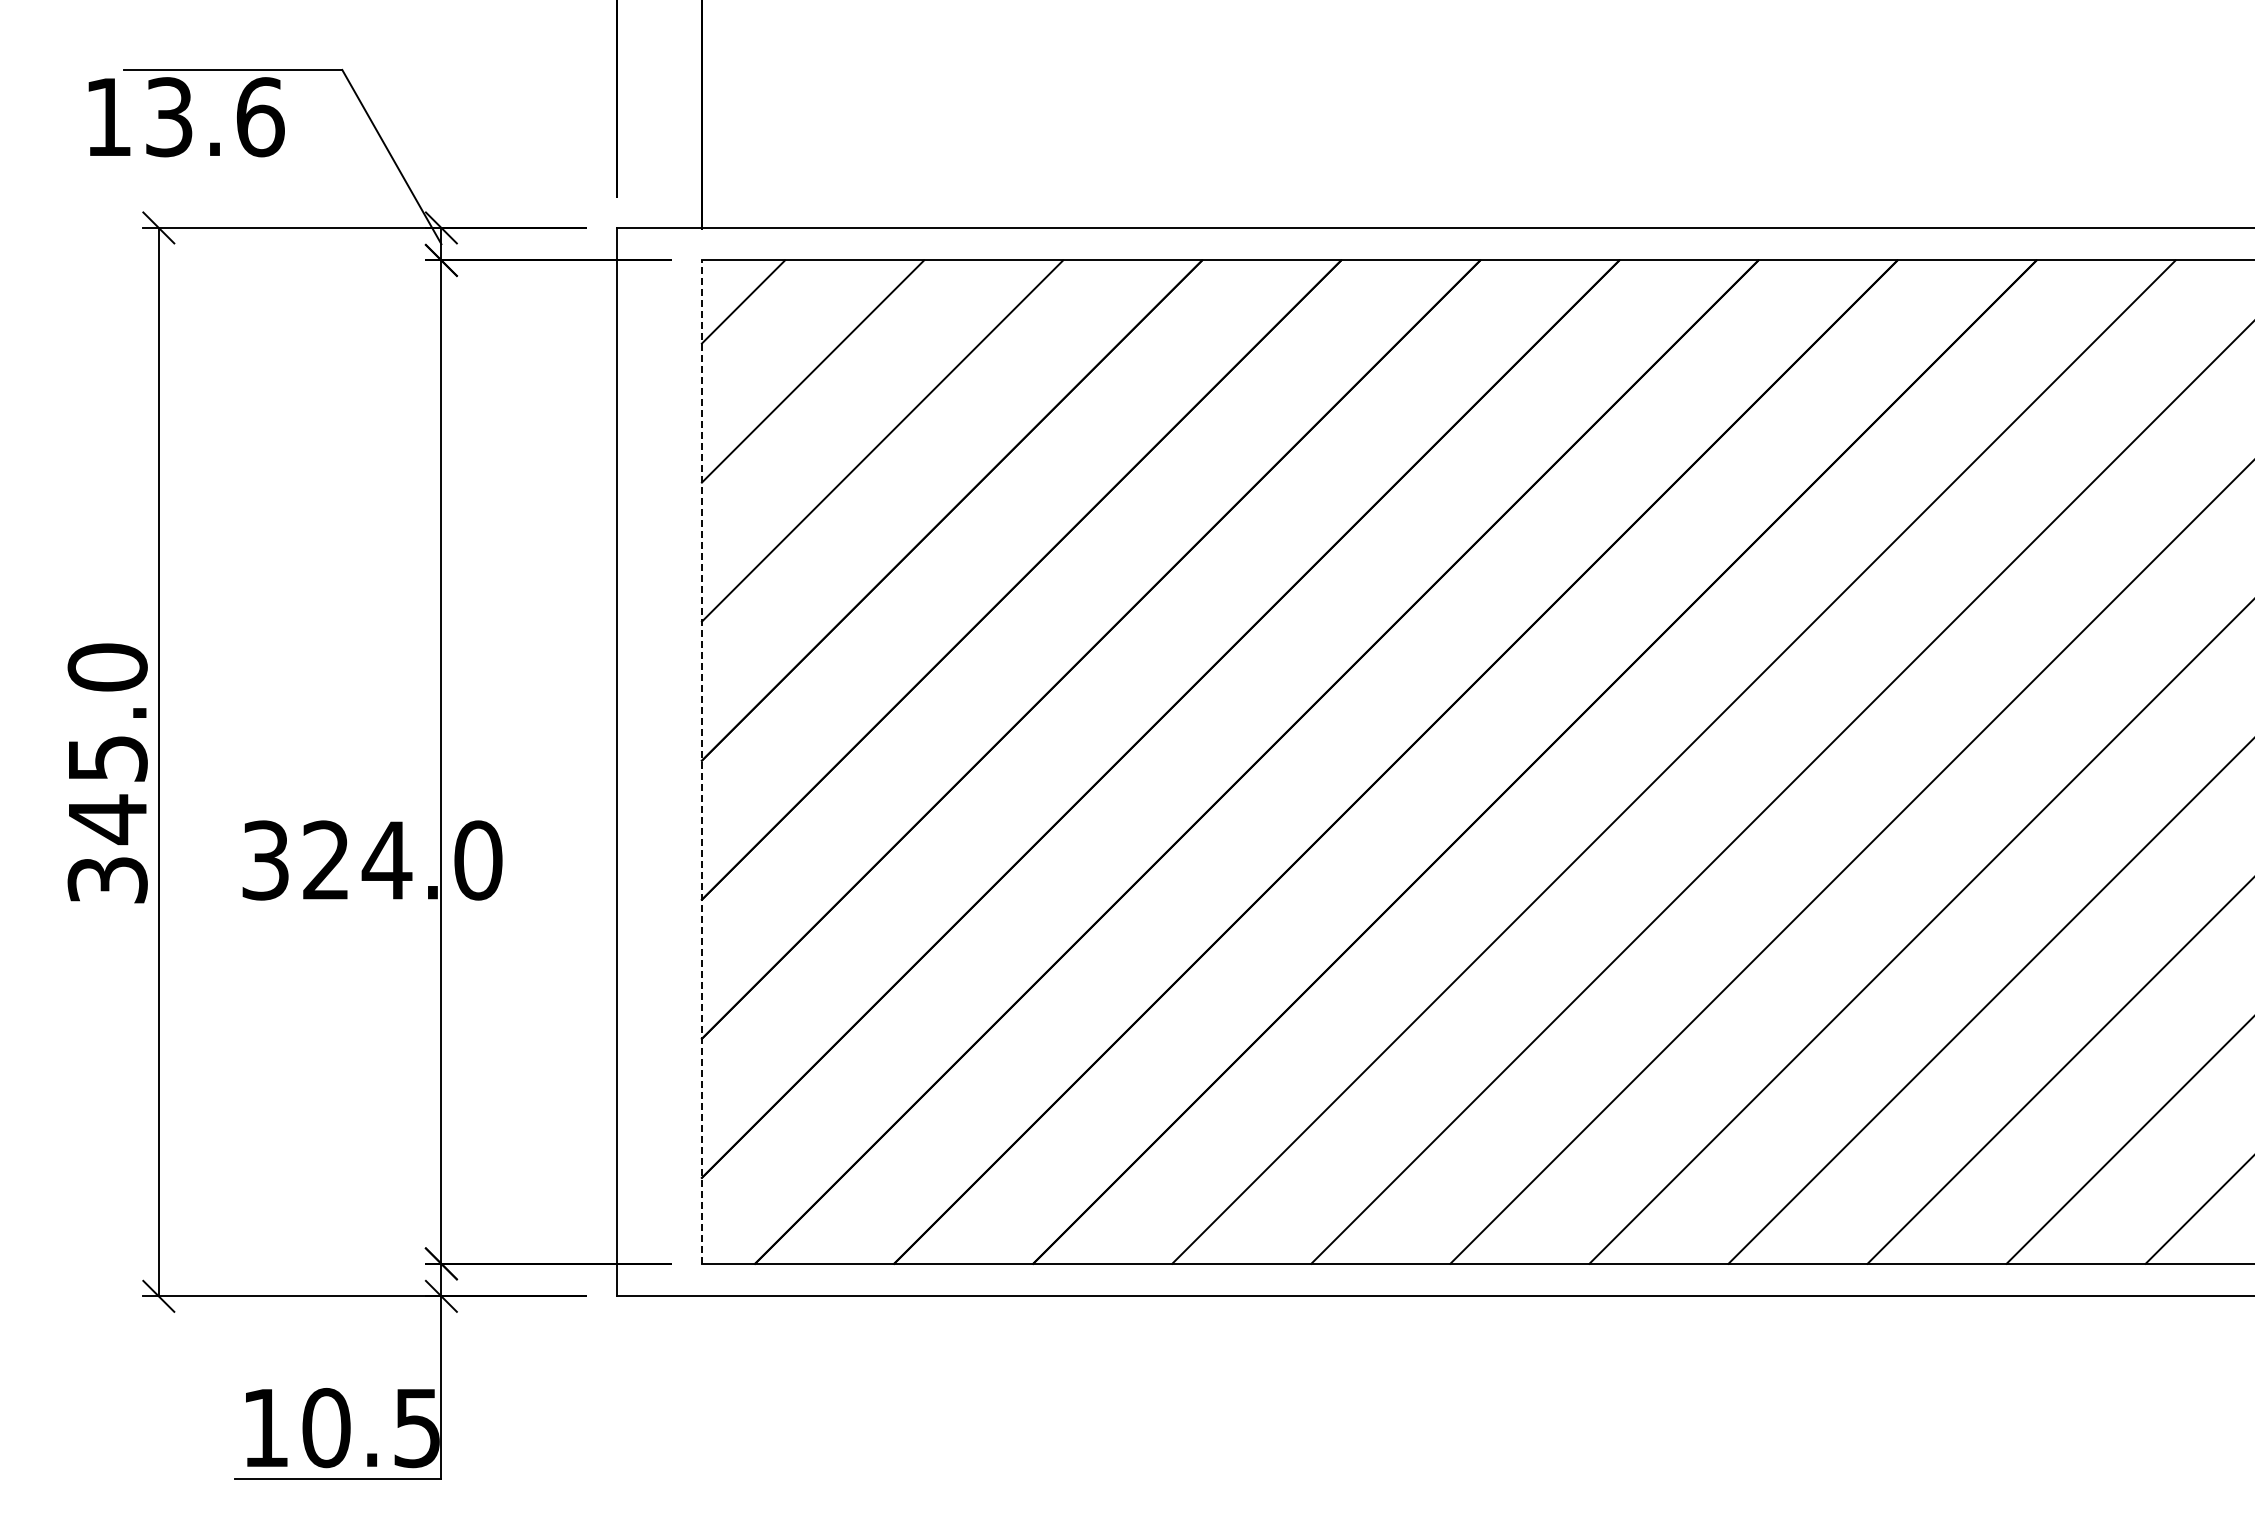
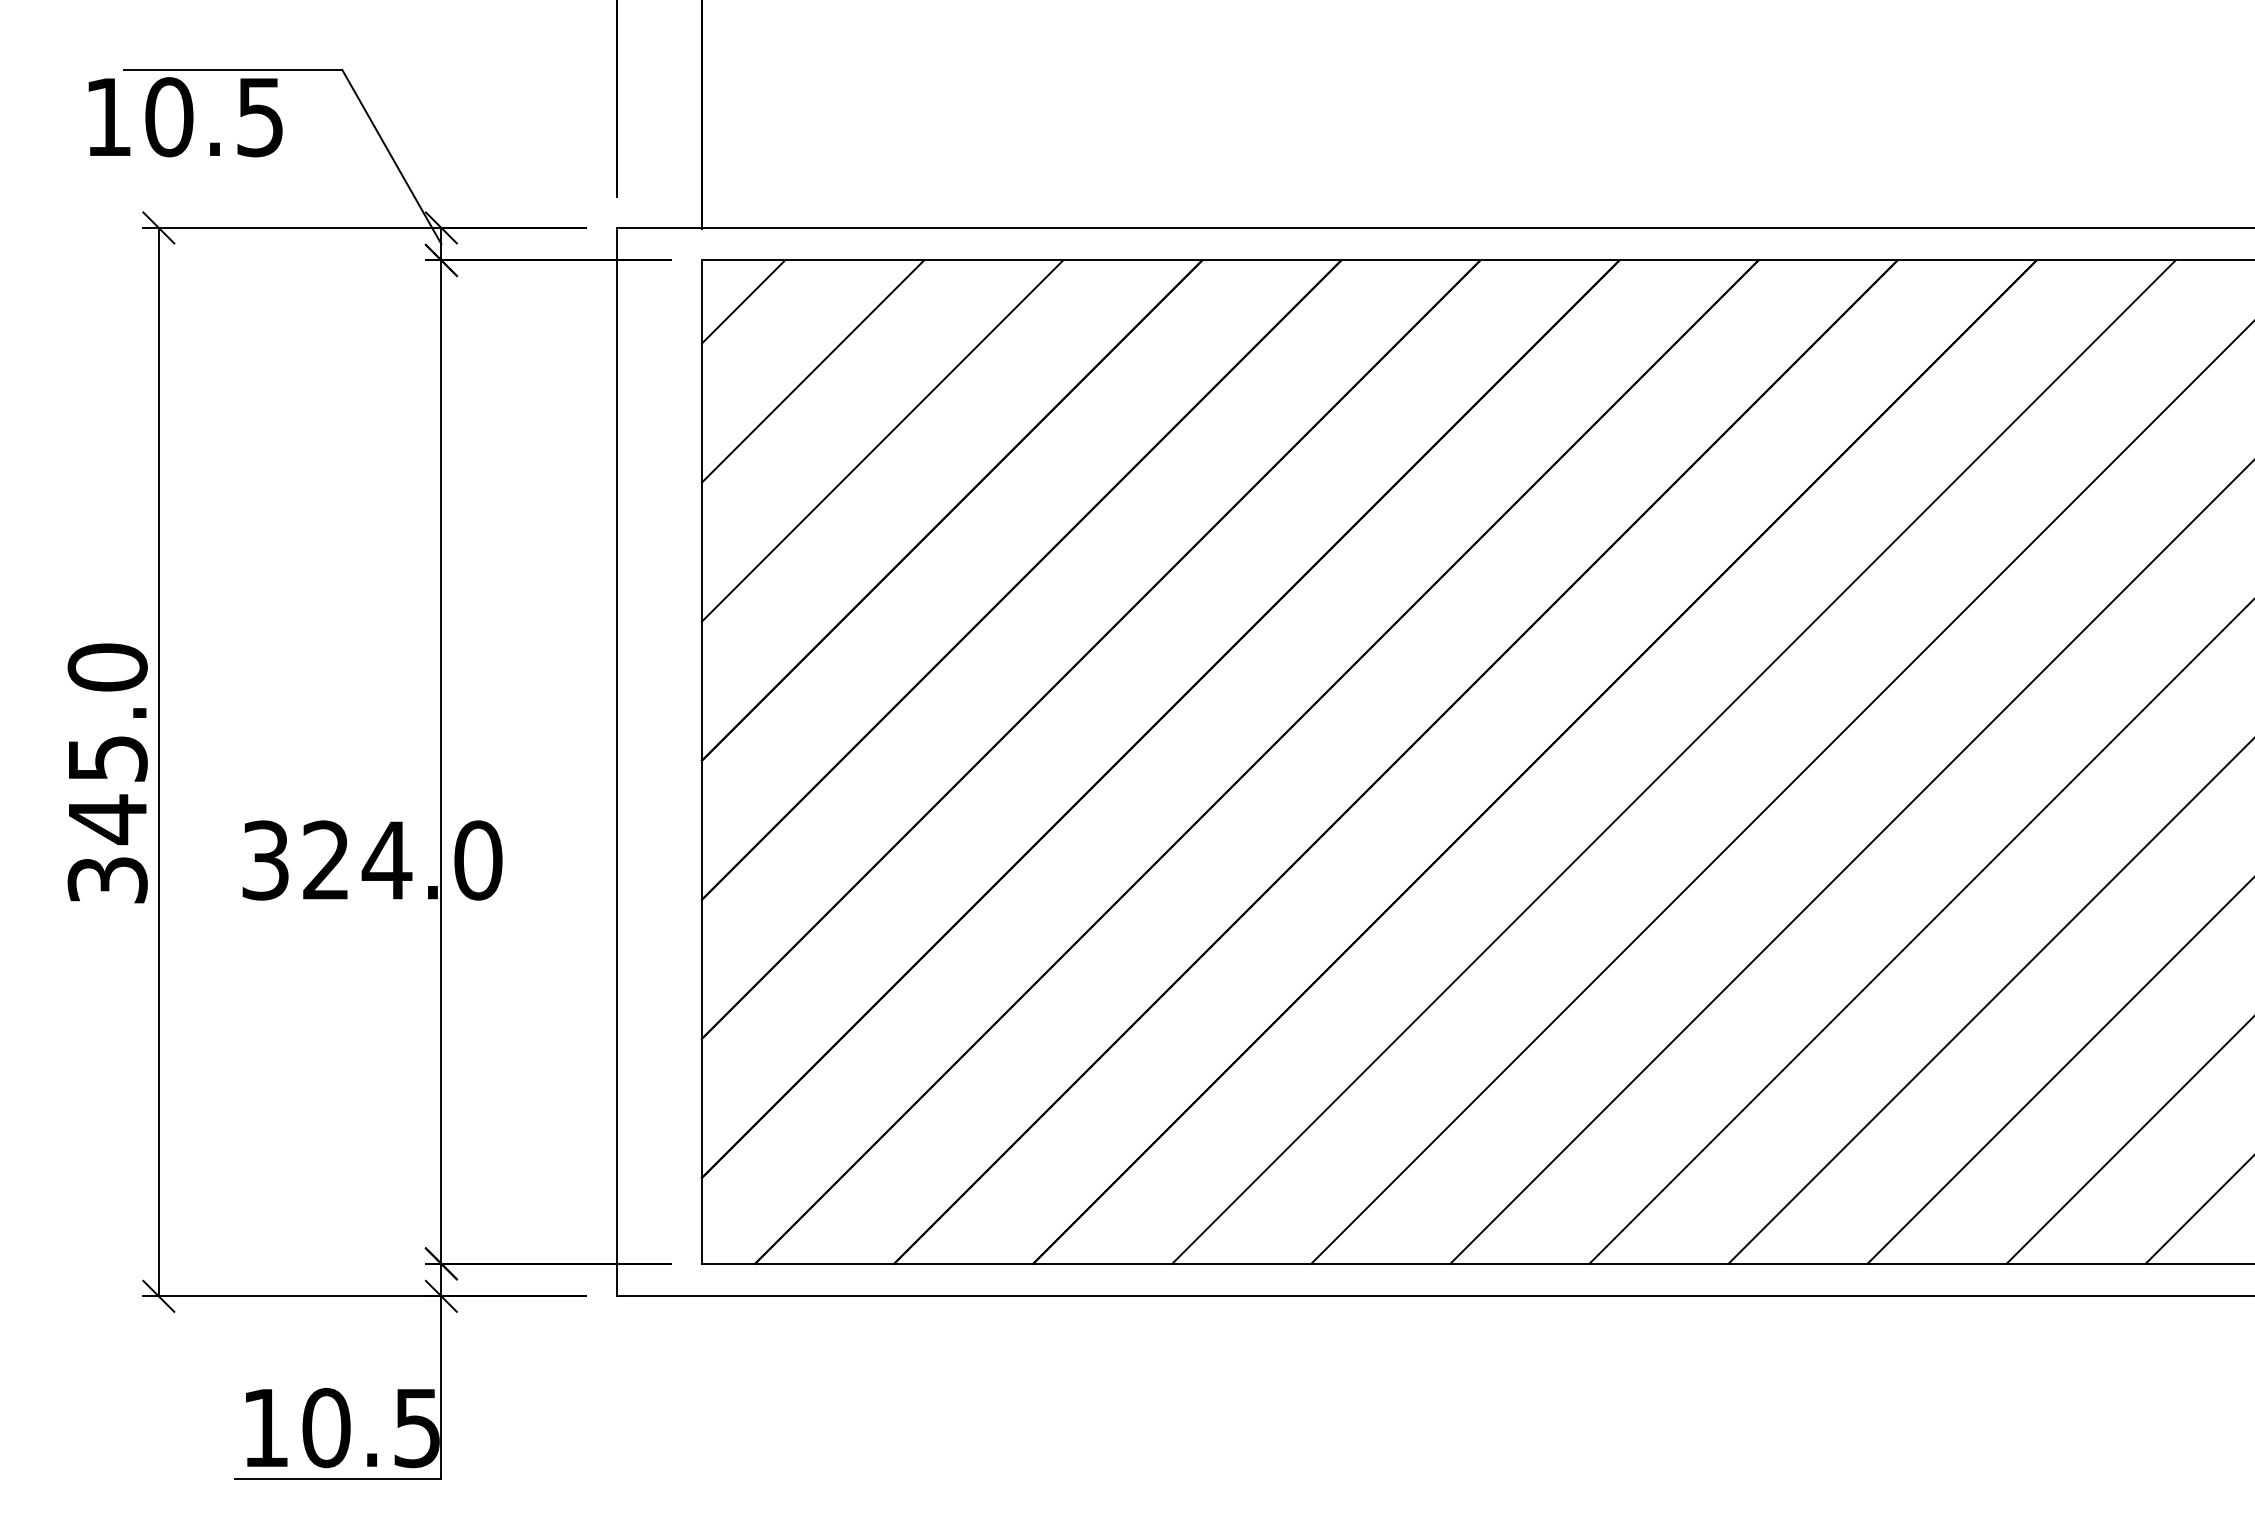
text at (214, 117): 13.6 -> 10.5
line at (701, 762): dashed -> solid
